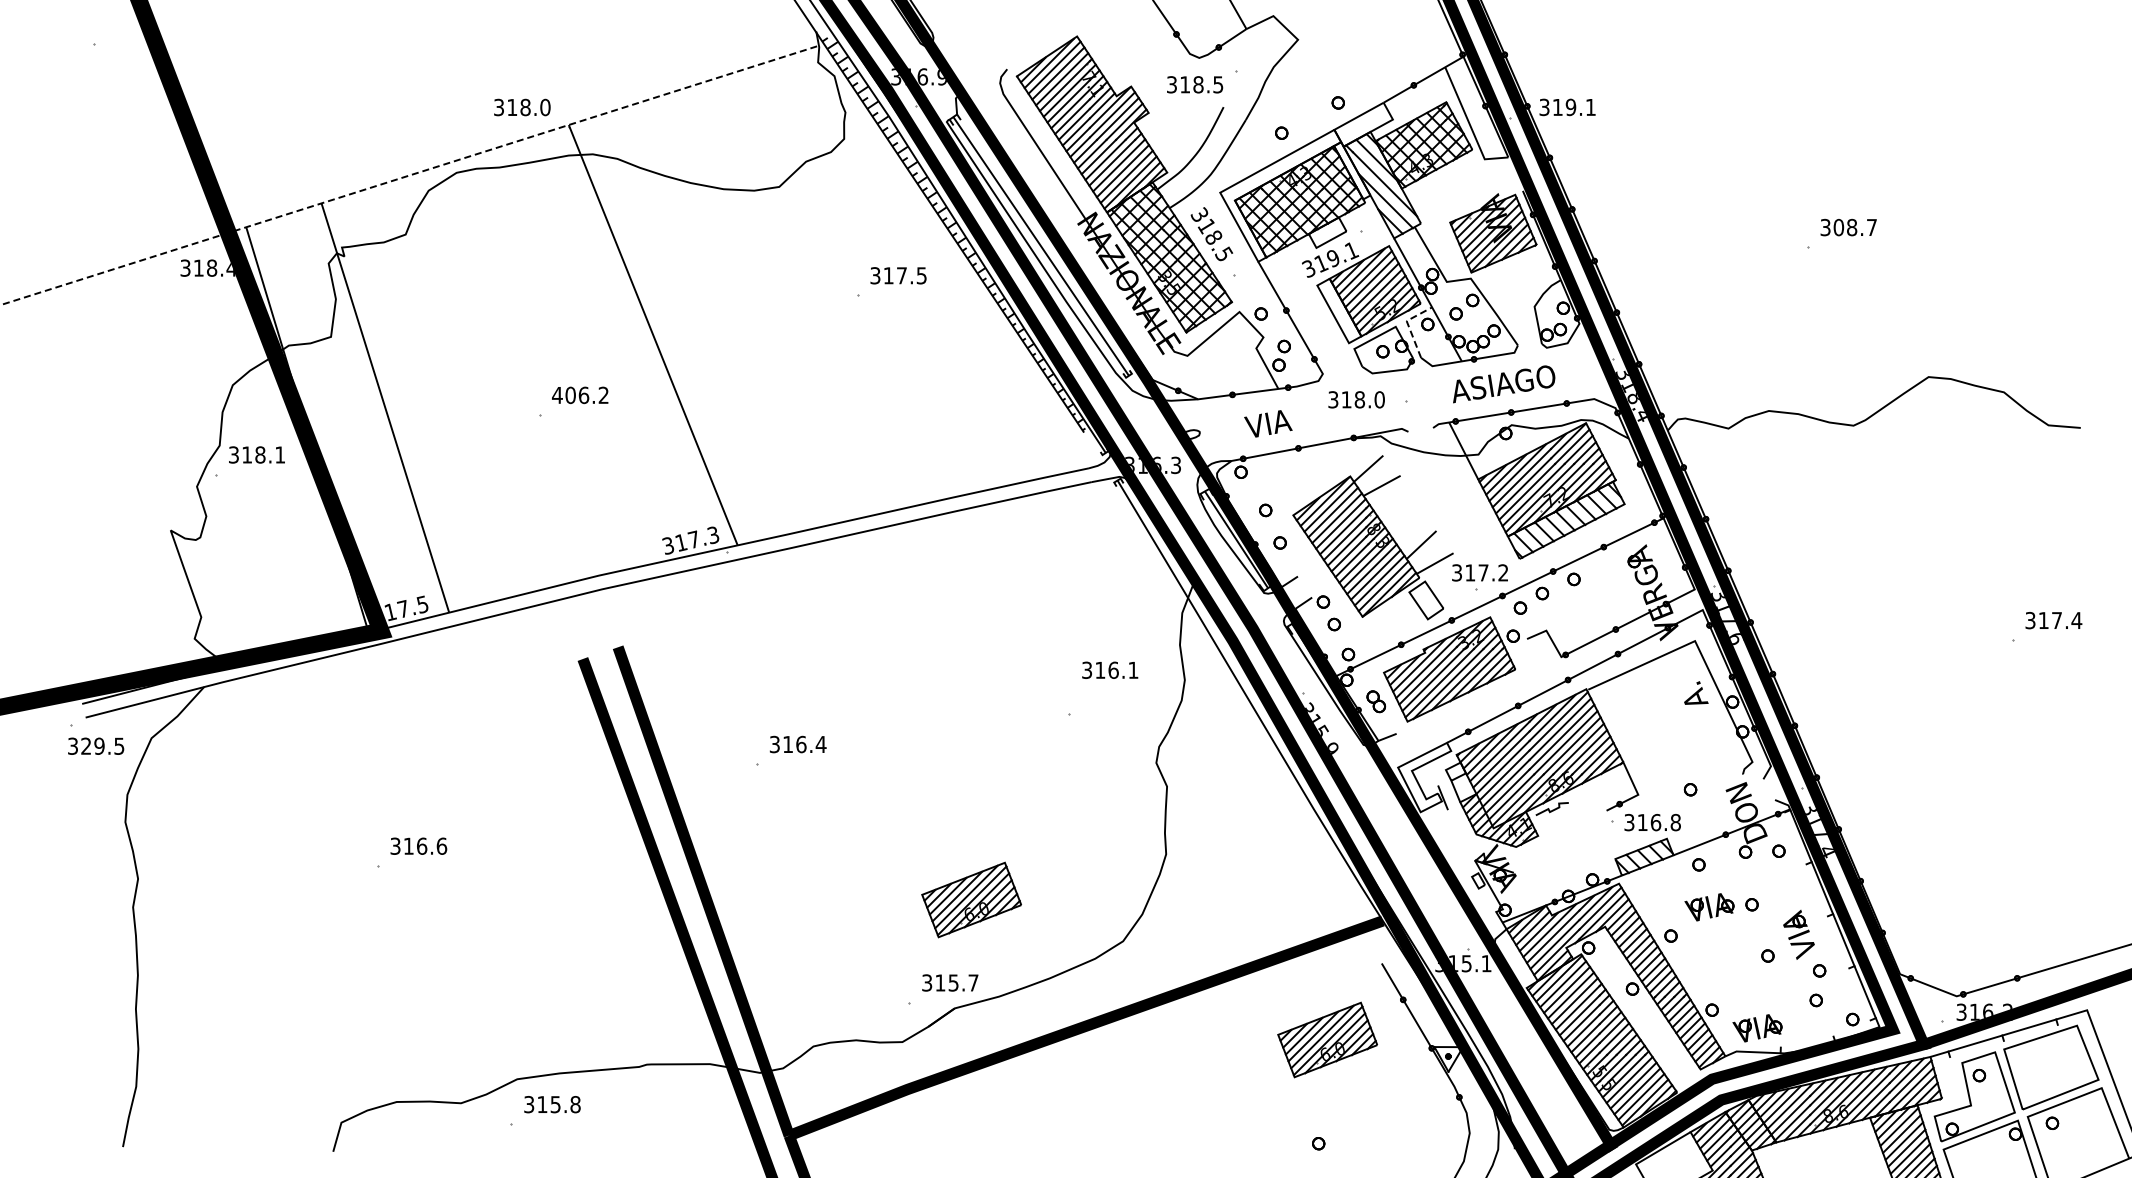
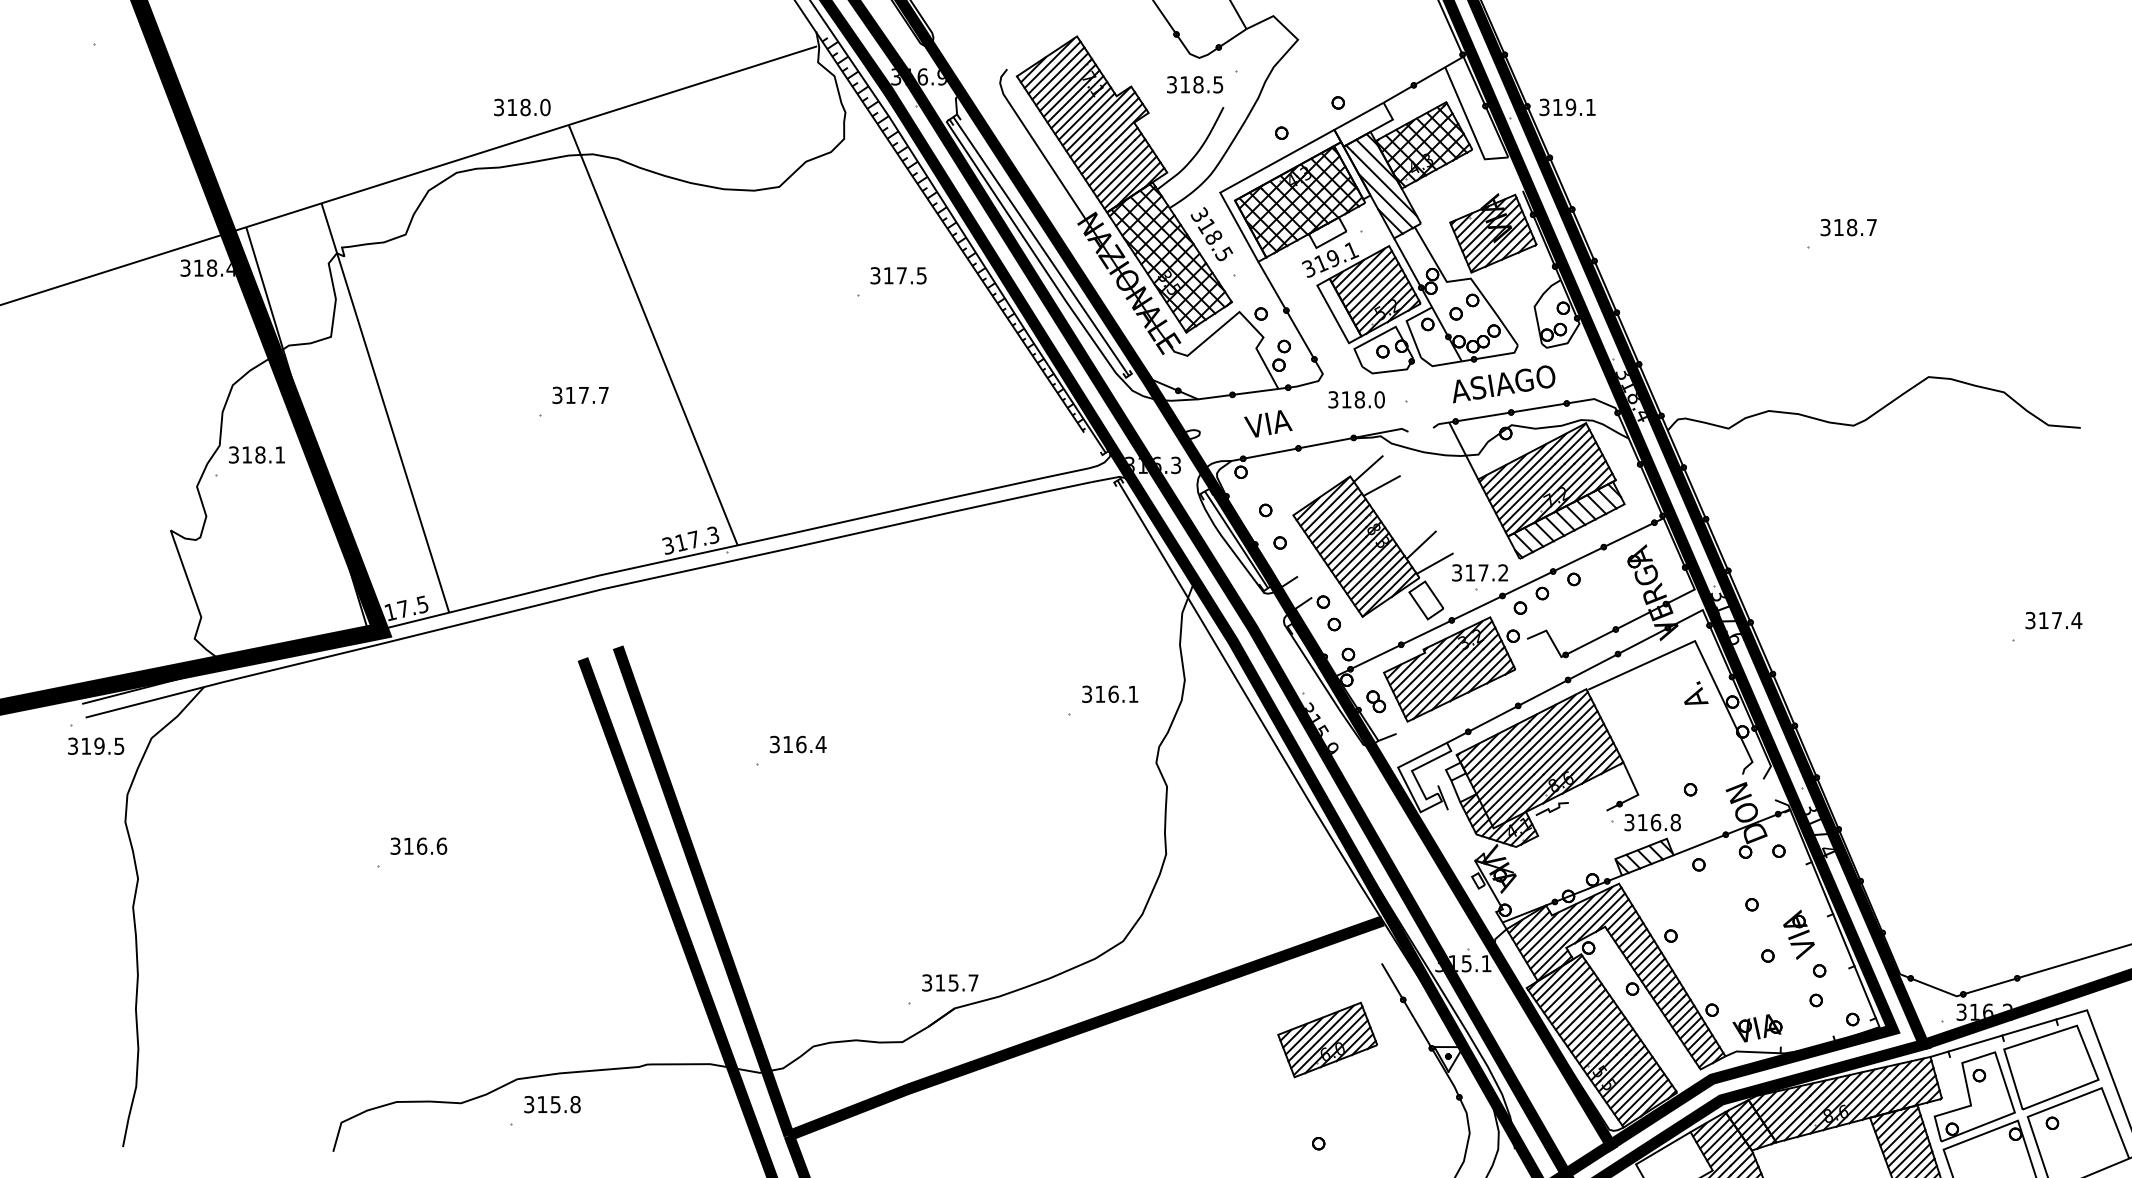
line at (408, 175): dashed -> solid
text at (1838, 227): 308.7 -> 318.7
line at (1408, 325): dashed -> solid
text at (579, 395): 406.2 -> 317.7
text at (1110, 669) position: (1110, 669) -> (1110, 693)
text at (85, 745): 329.5 -> 319.5
part at (971, 899): present -> none
part at (1709, 907): present -> none
